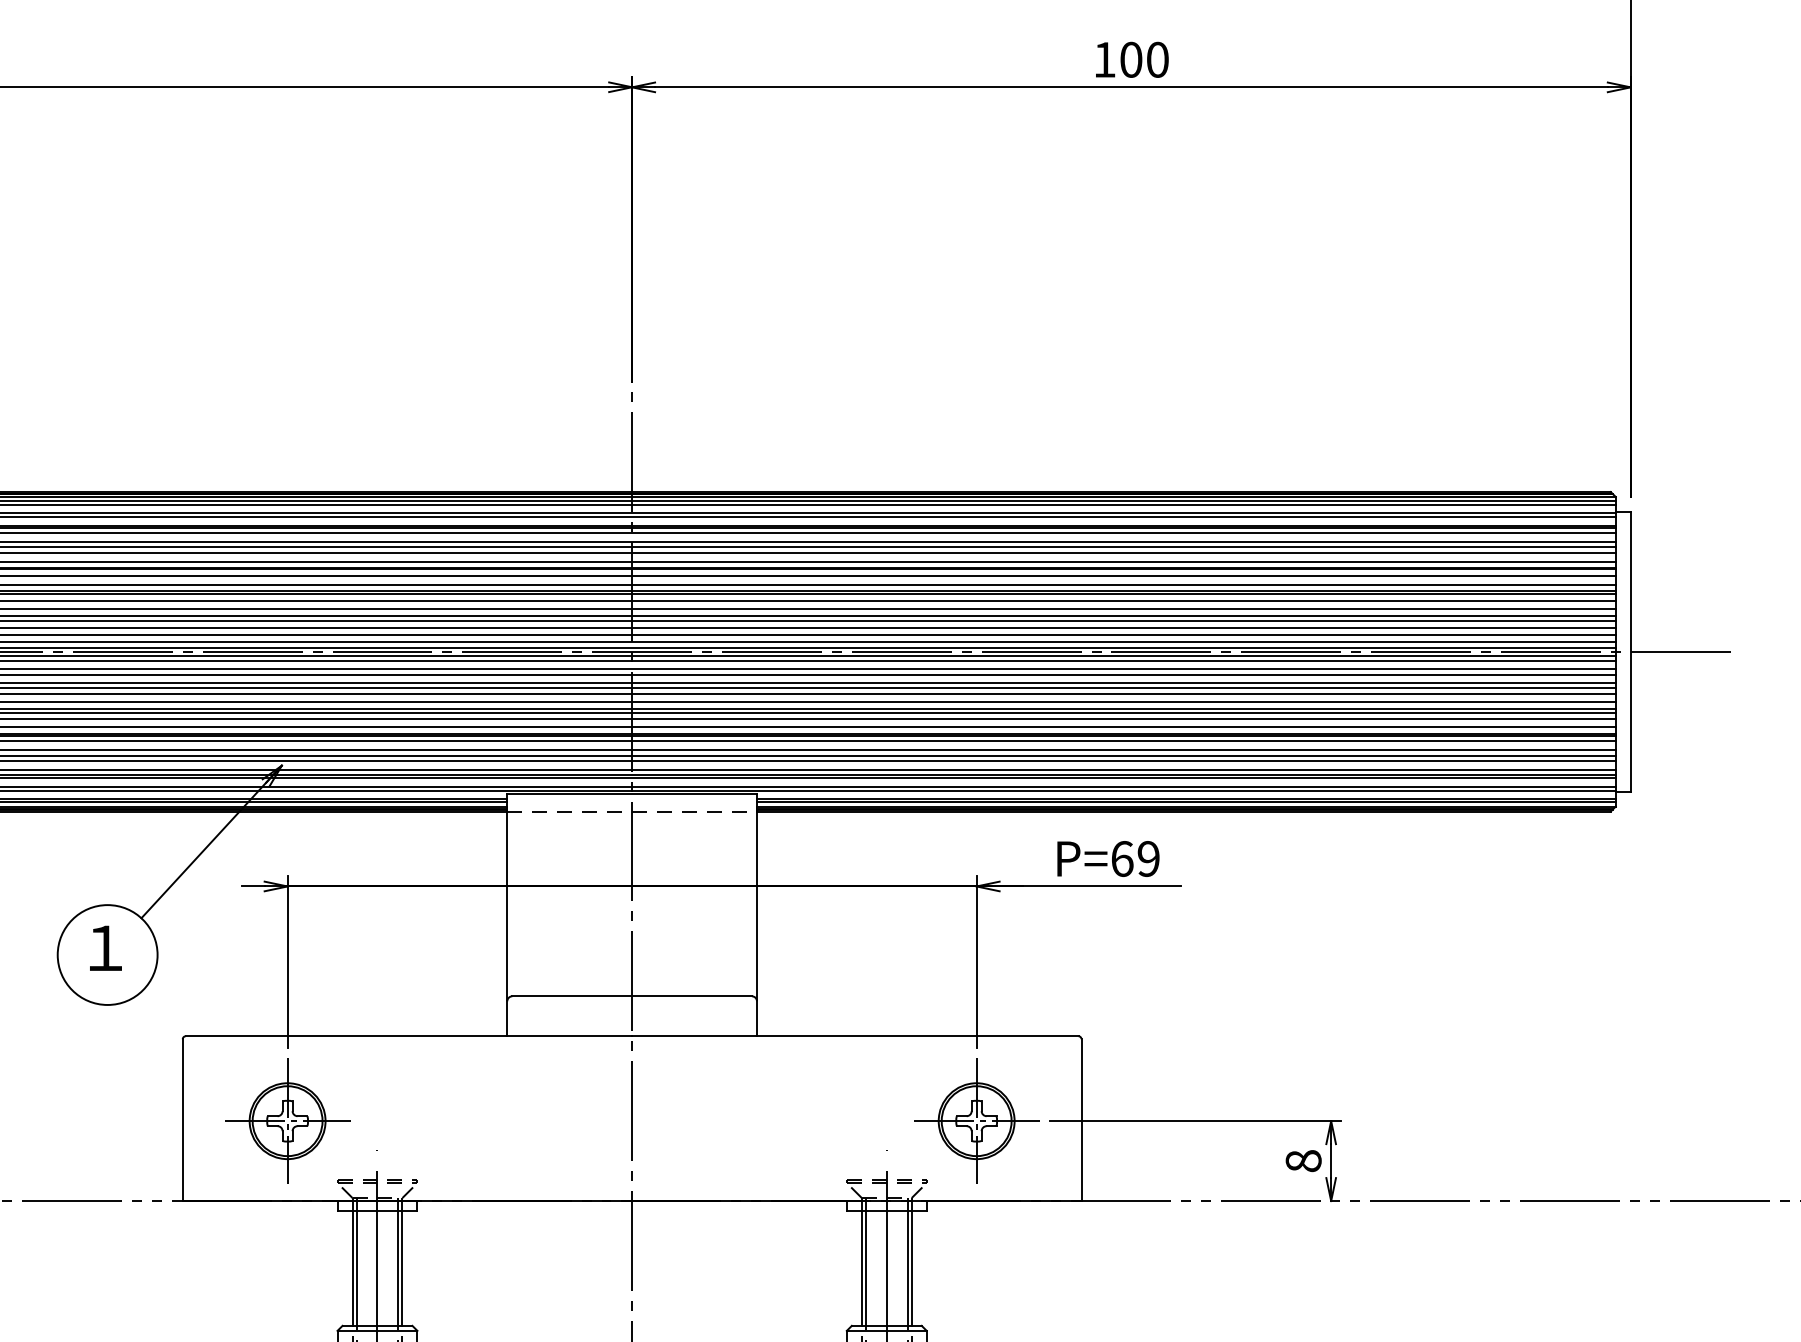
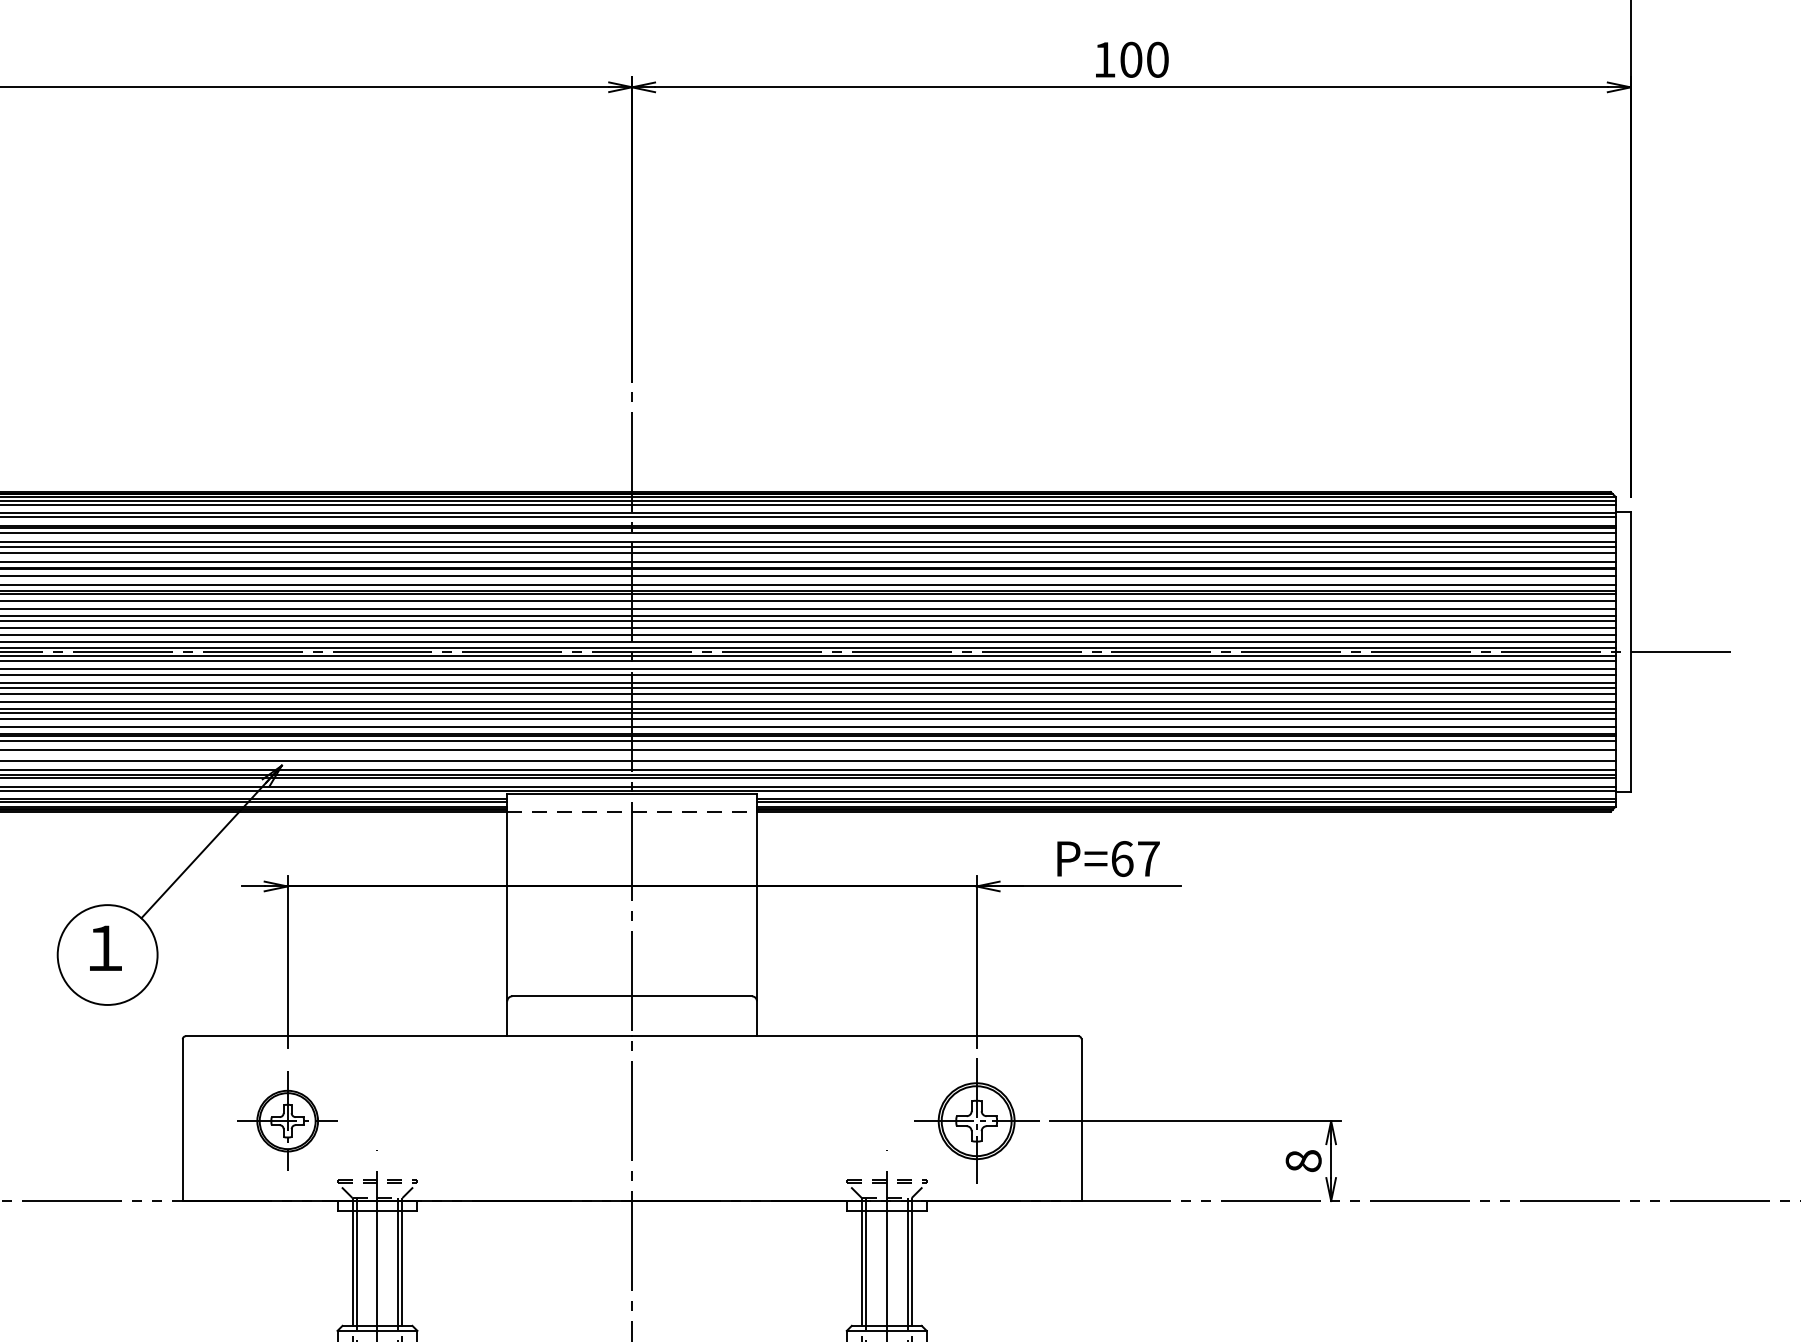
line at (808, 756): present -> none
text at (1148, 858): P=69 -> P=67
part at (287, 1120) size: 126x126 px -> 101x100 px
